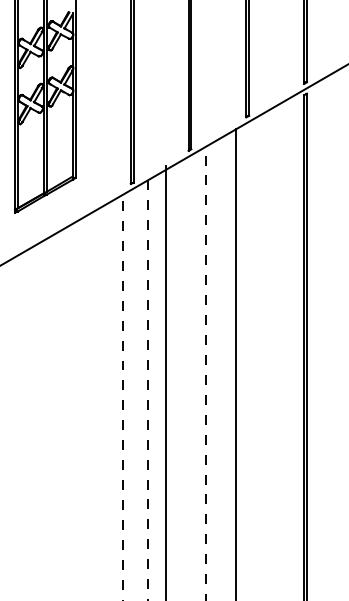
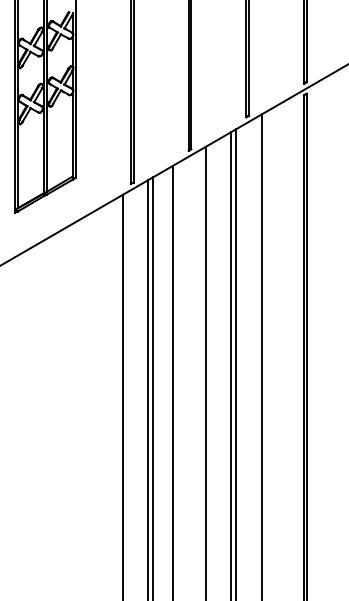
line at (261, 355): none -> present
line at (231, 364): none -> present
line at (205, 373): dashed -> solid
line at (166, 381) position: (166, 381) -> (173, 381)
line at (152, 387): none -> present
line at (147, 390): dashed -> solid
line at (122, 397): dashed -> solid
